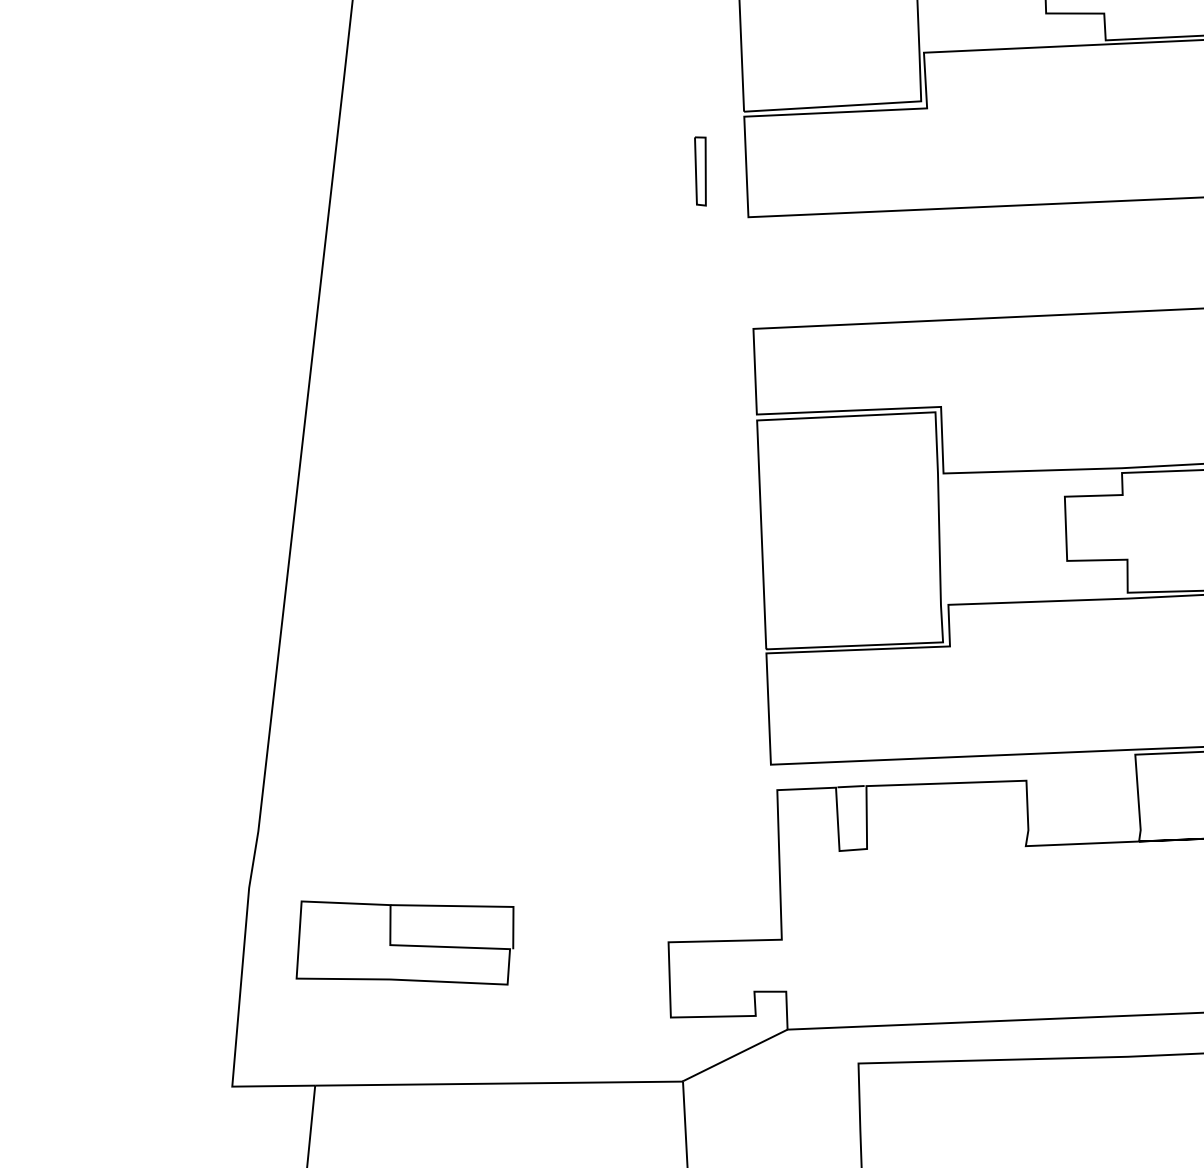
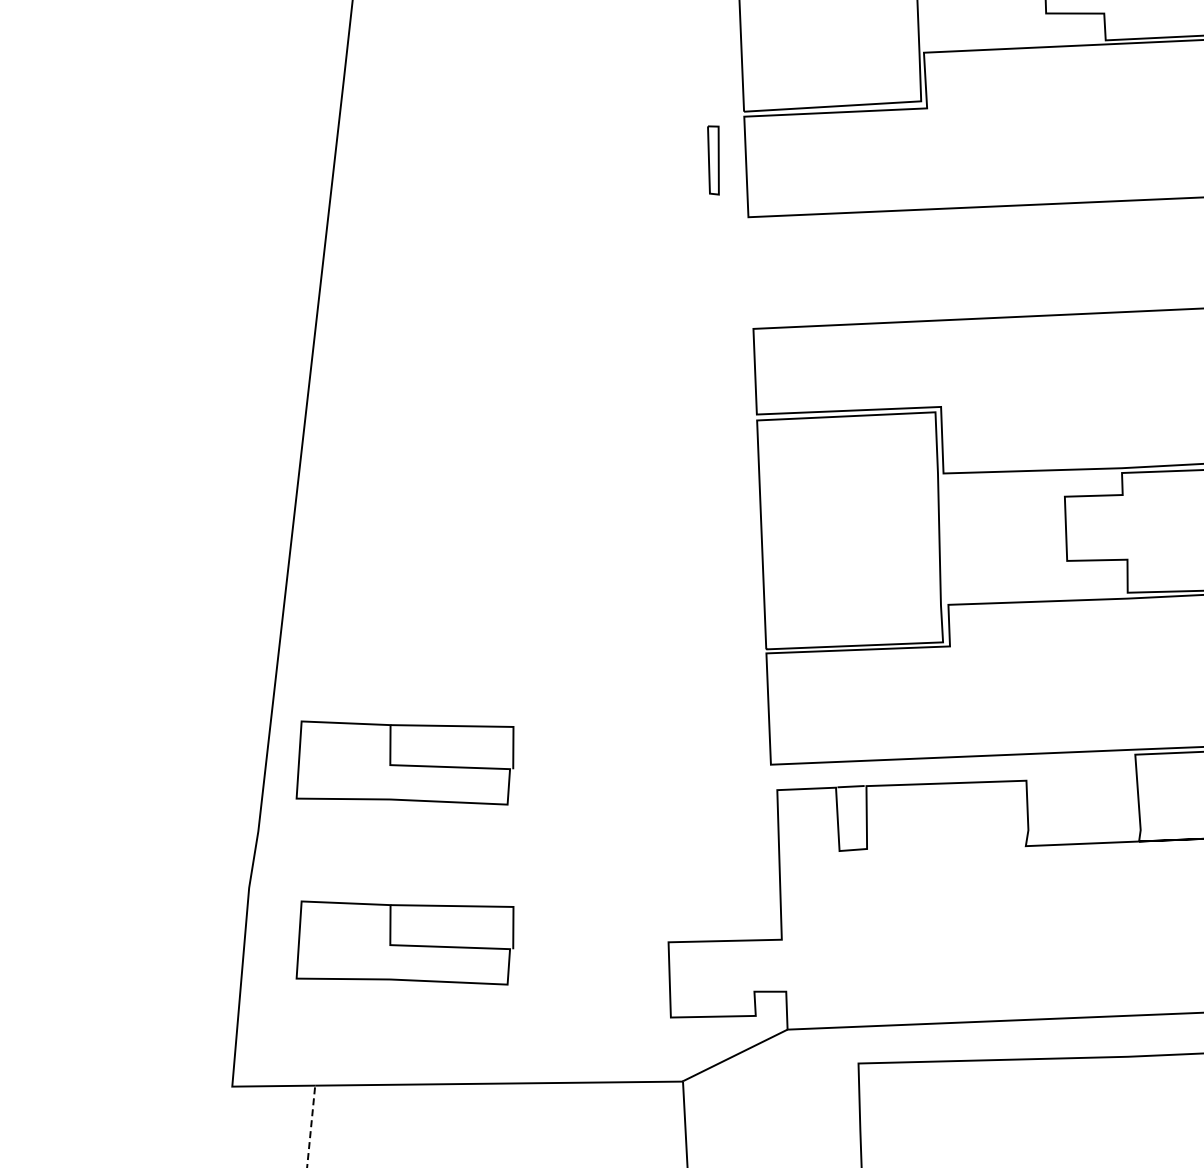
part at (700, 171) position: (700, 171) -> (713, 160)
part at (404, 762): none -> present
line at (311, 1126): solid -> dashed
